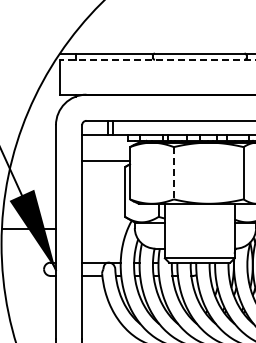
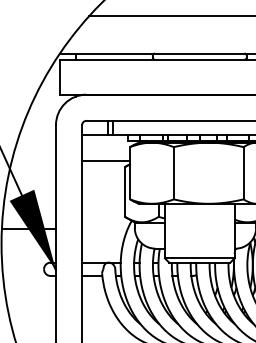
line at (170, 16): none -> present
line at (158, 59): dashed -> solid
line at (173, 173): dashed -> solid
